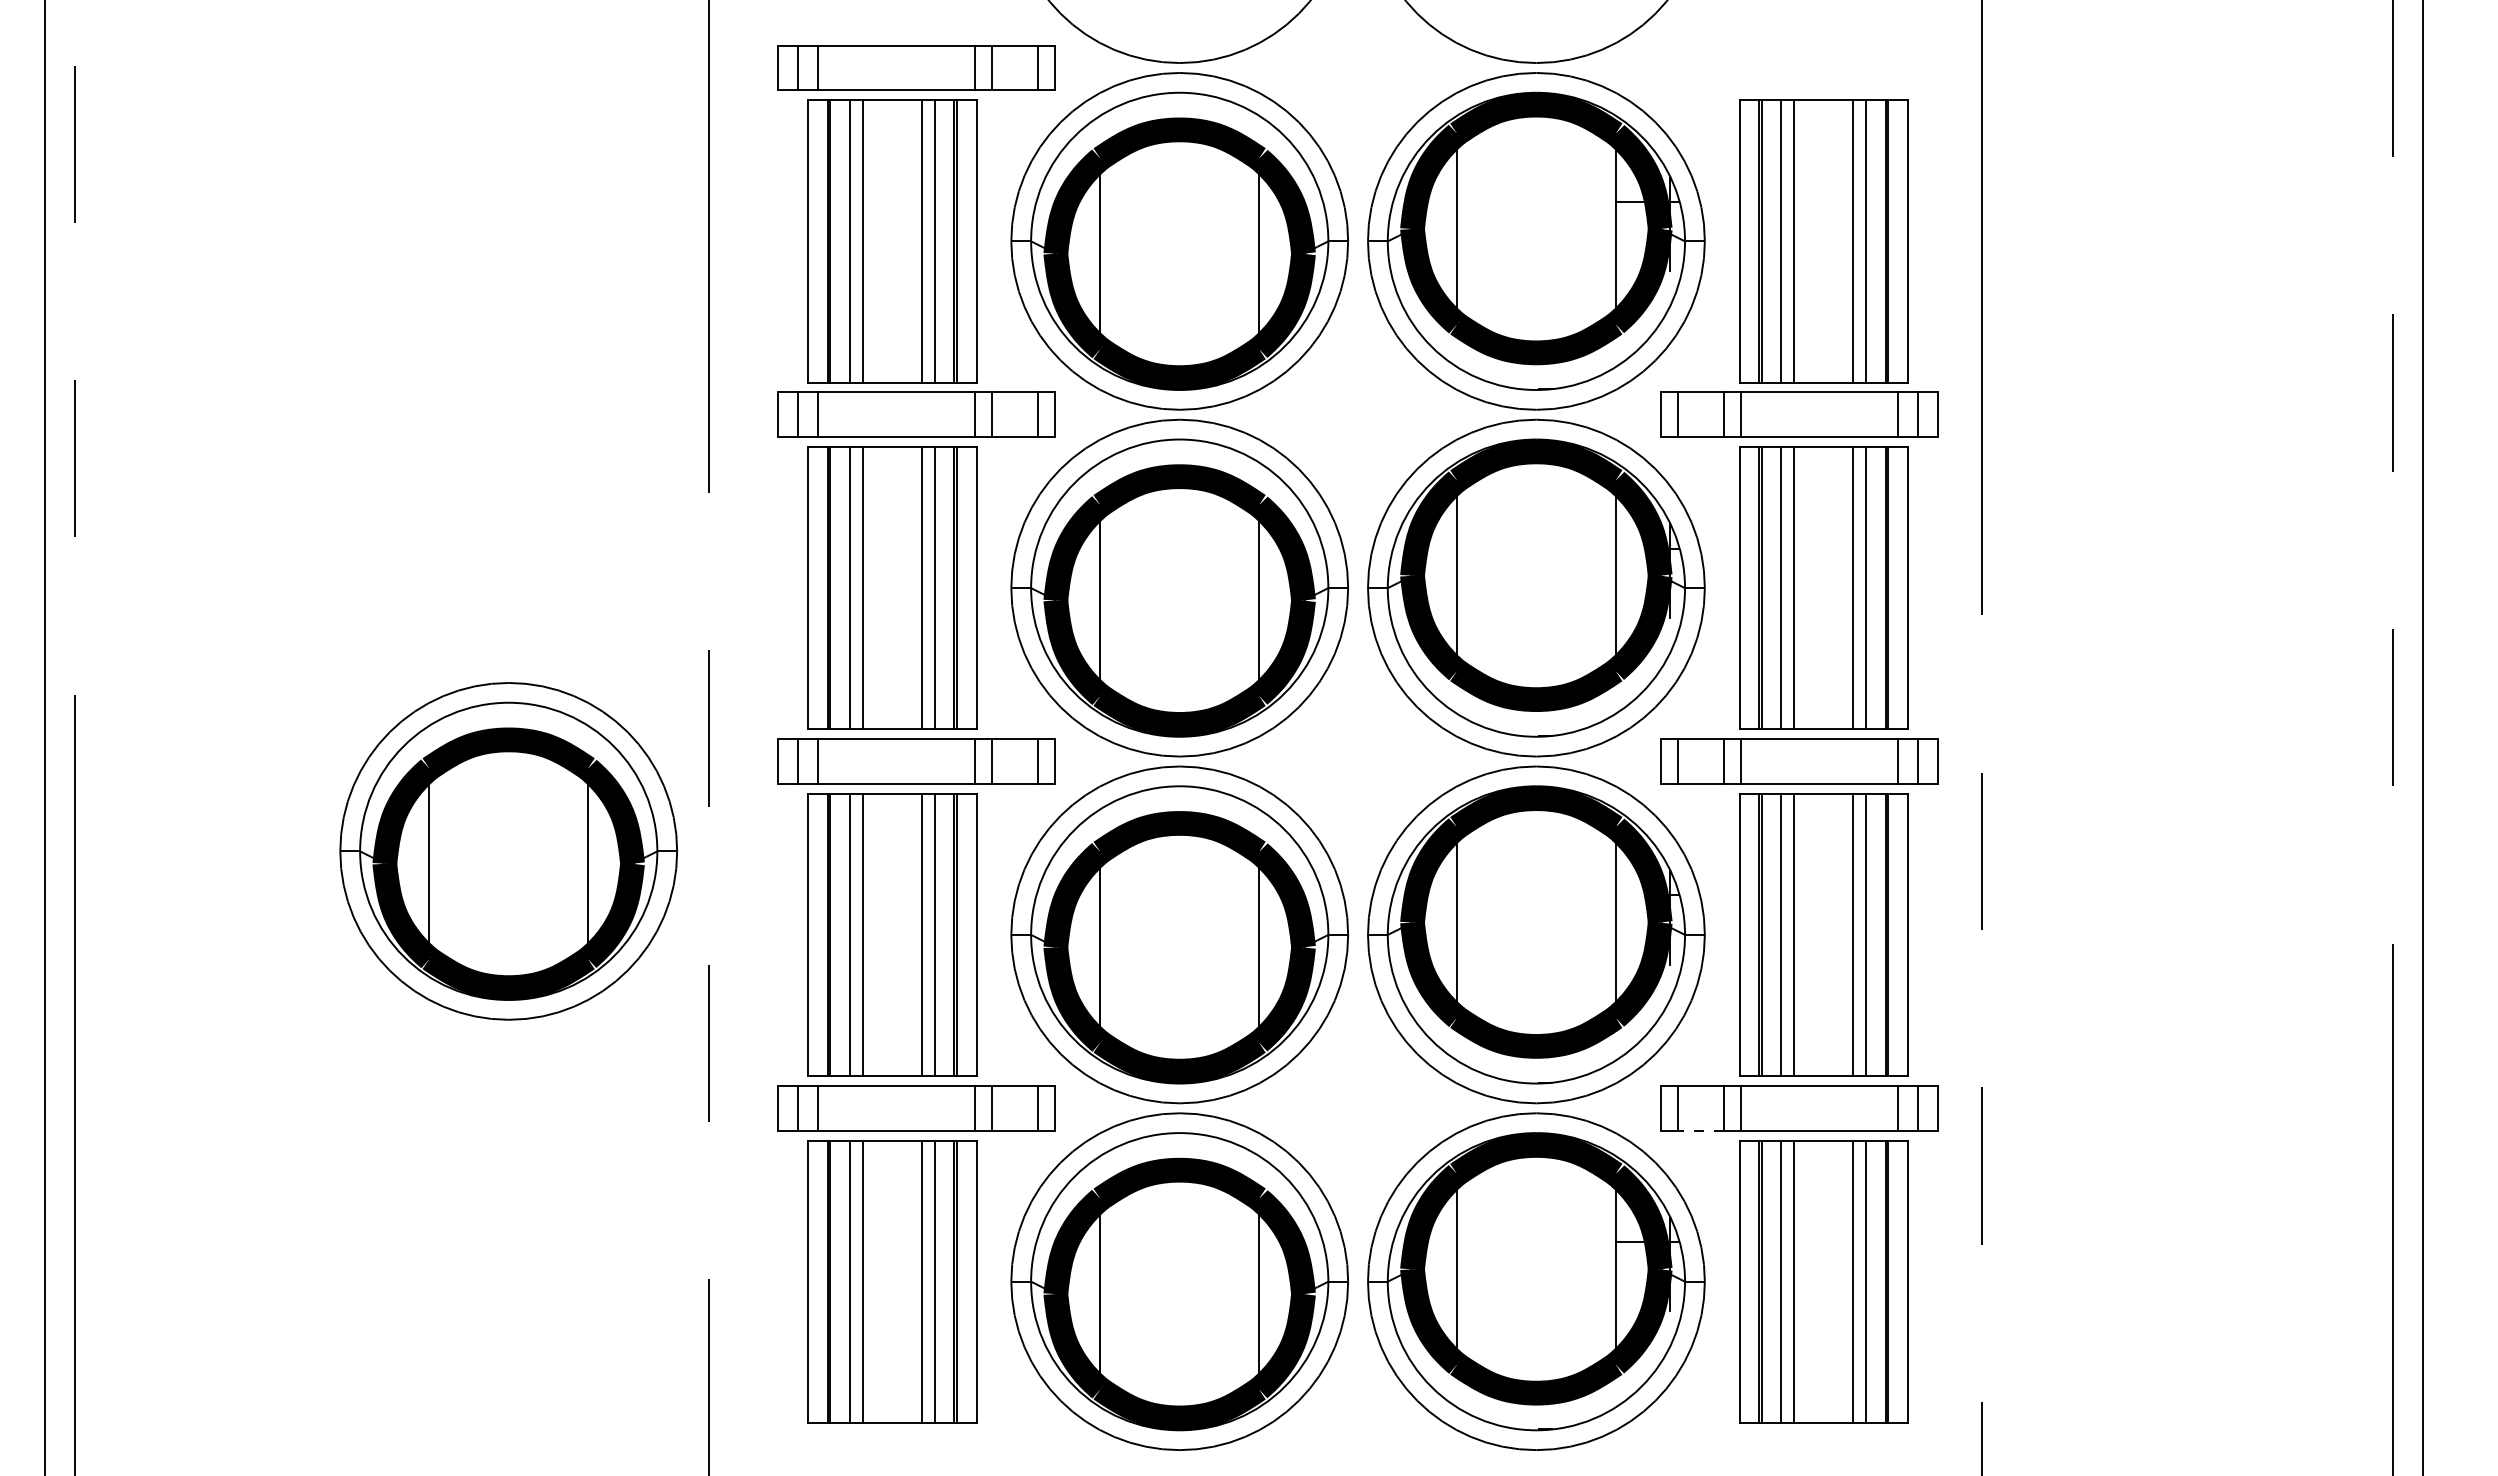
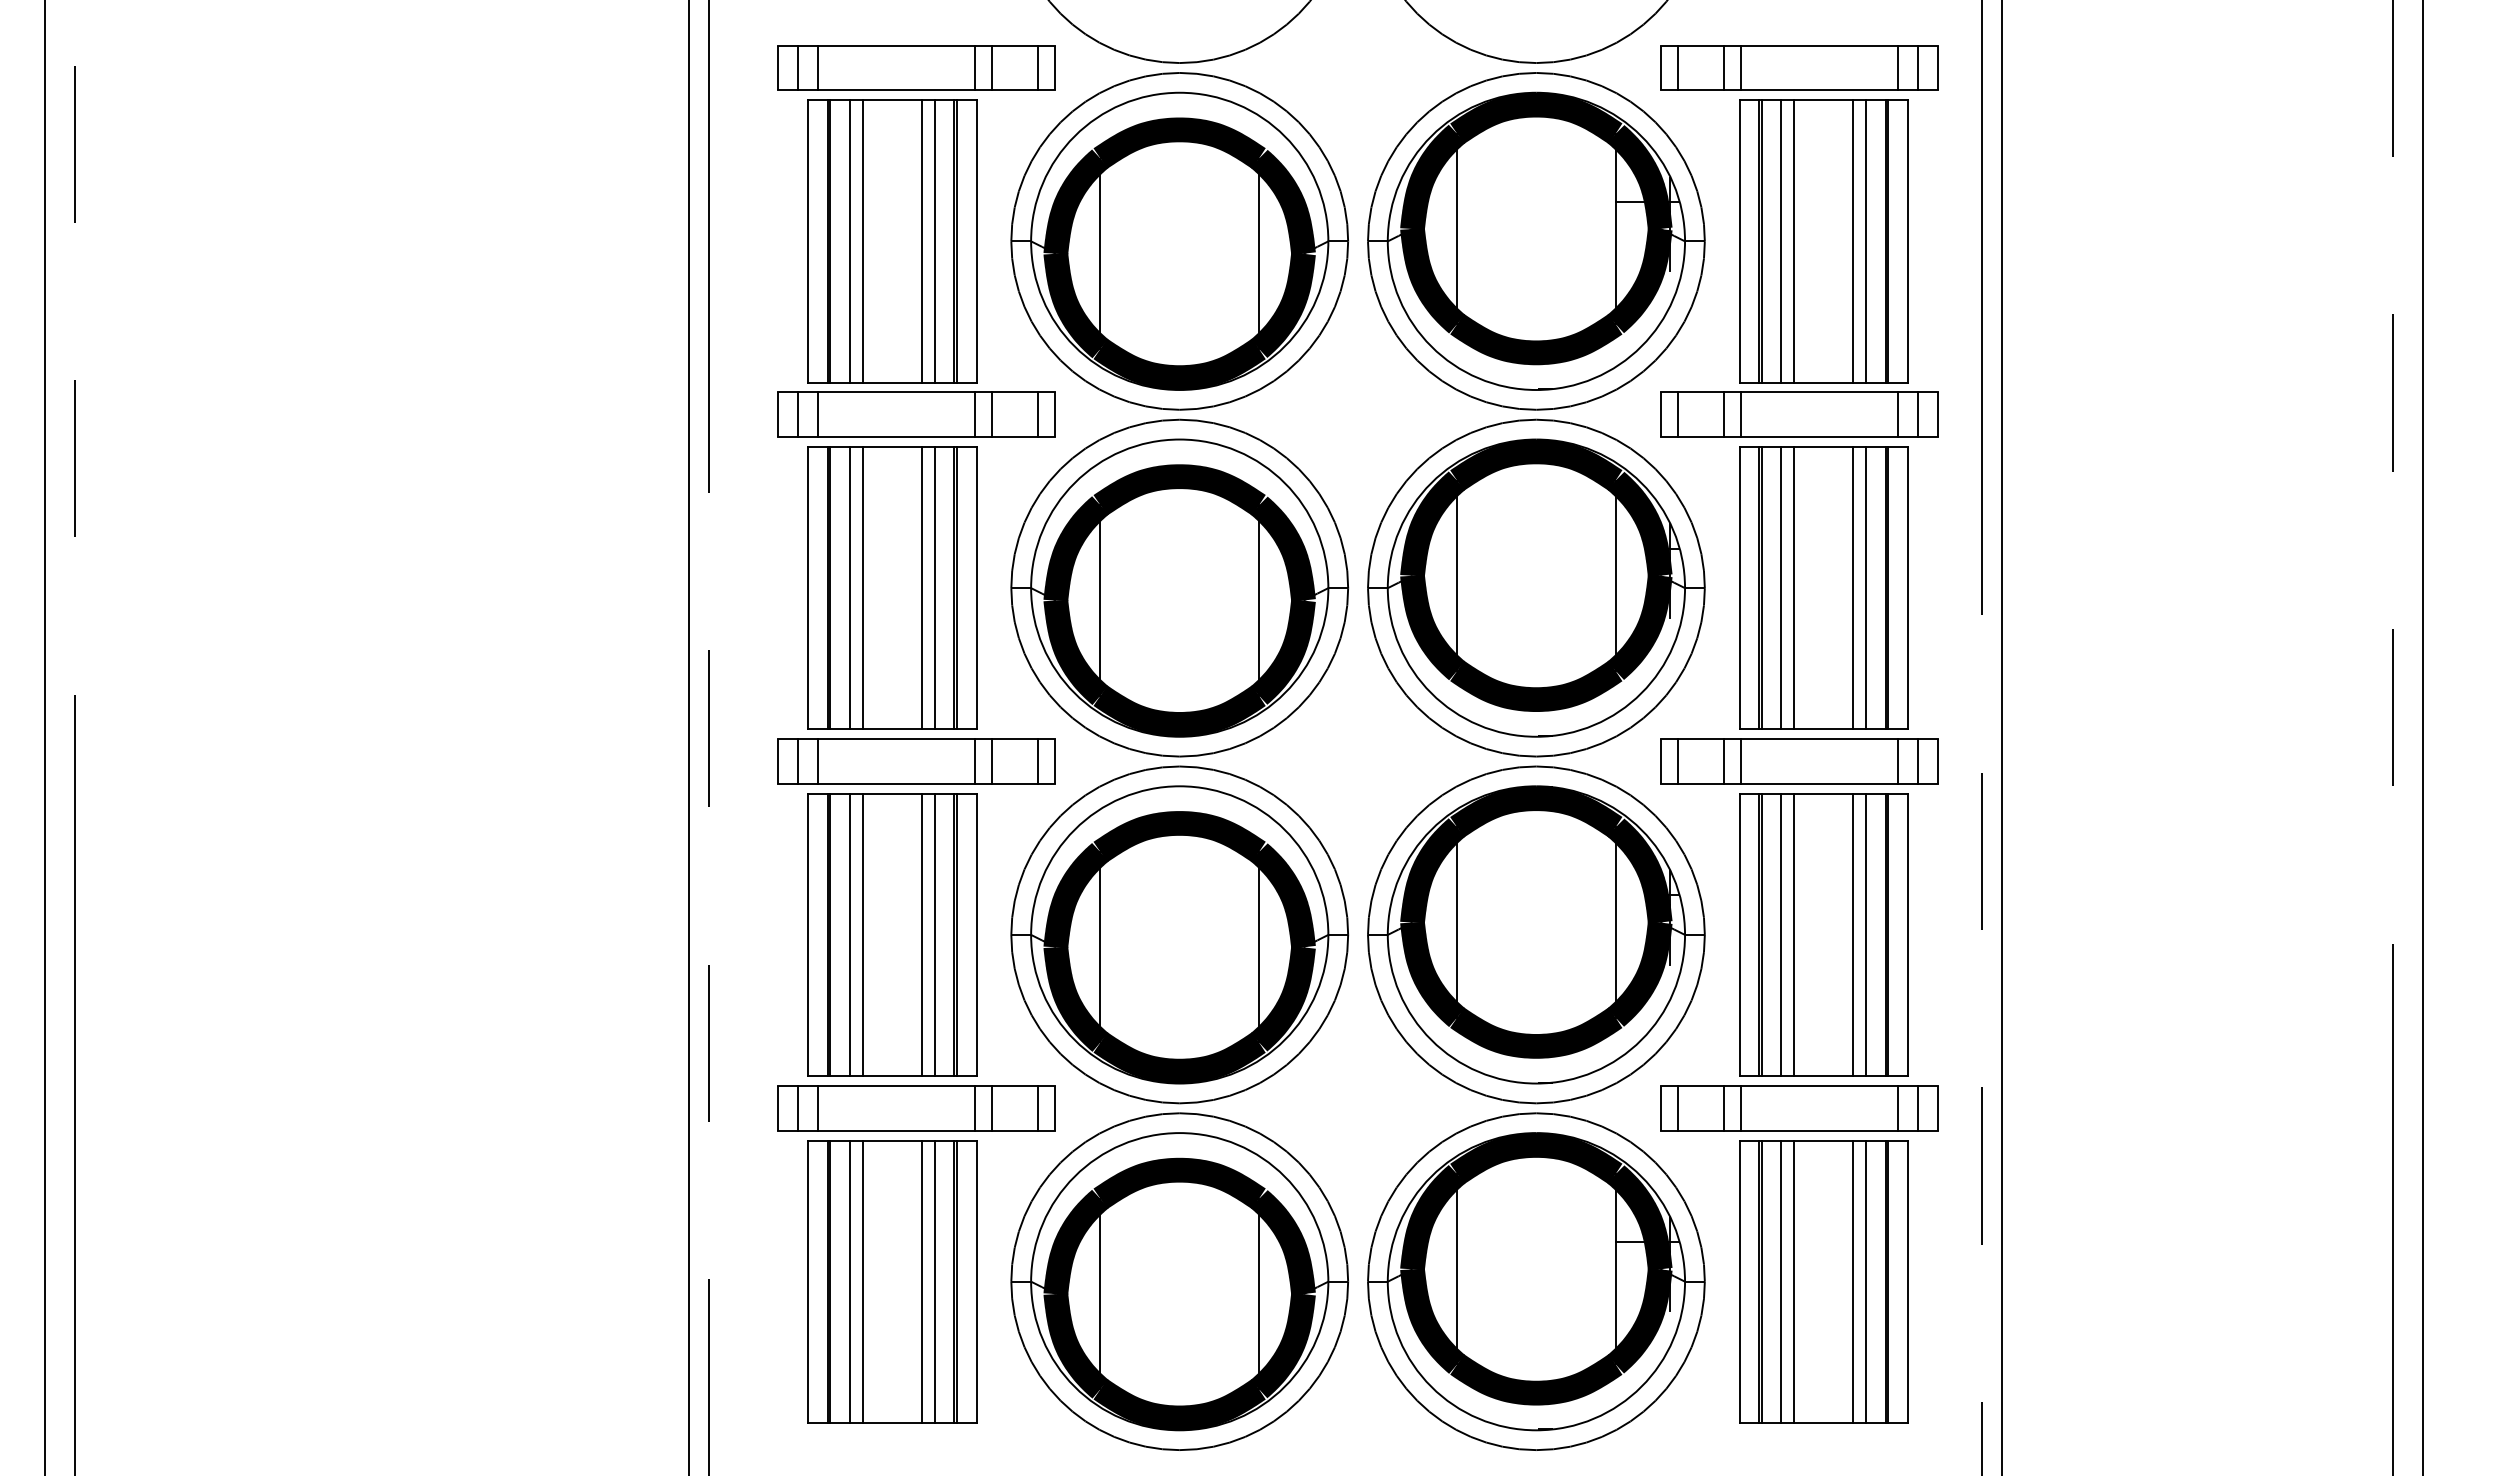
part at (1799, 67): none -> present
line at (689, 737): none -> present
line at (2002, 737): none -> present
part at (508, 851): present -> none
line at (1700, 1130): dashed -> solid
